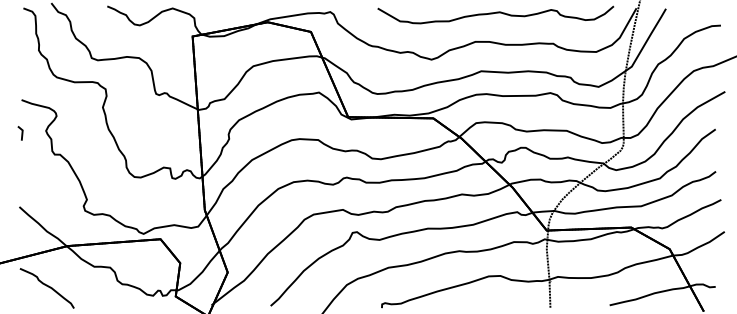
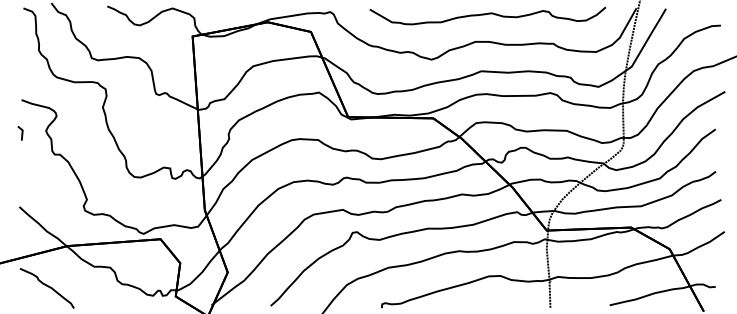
part at (495, 14) position: (495, 14) -> (487, 15)
